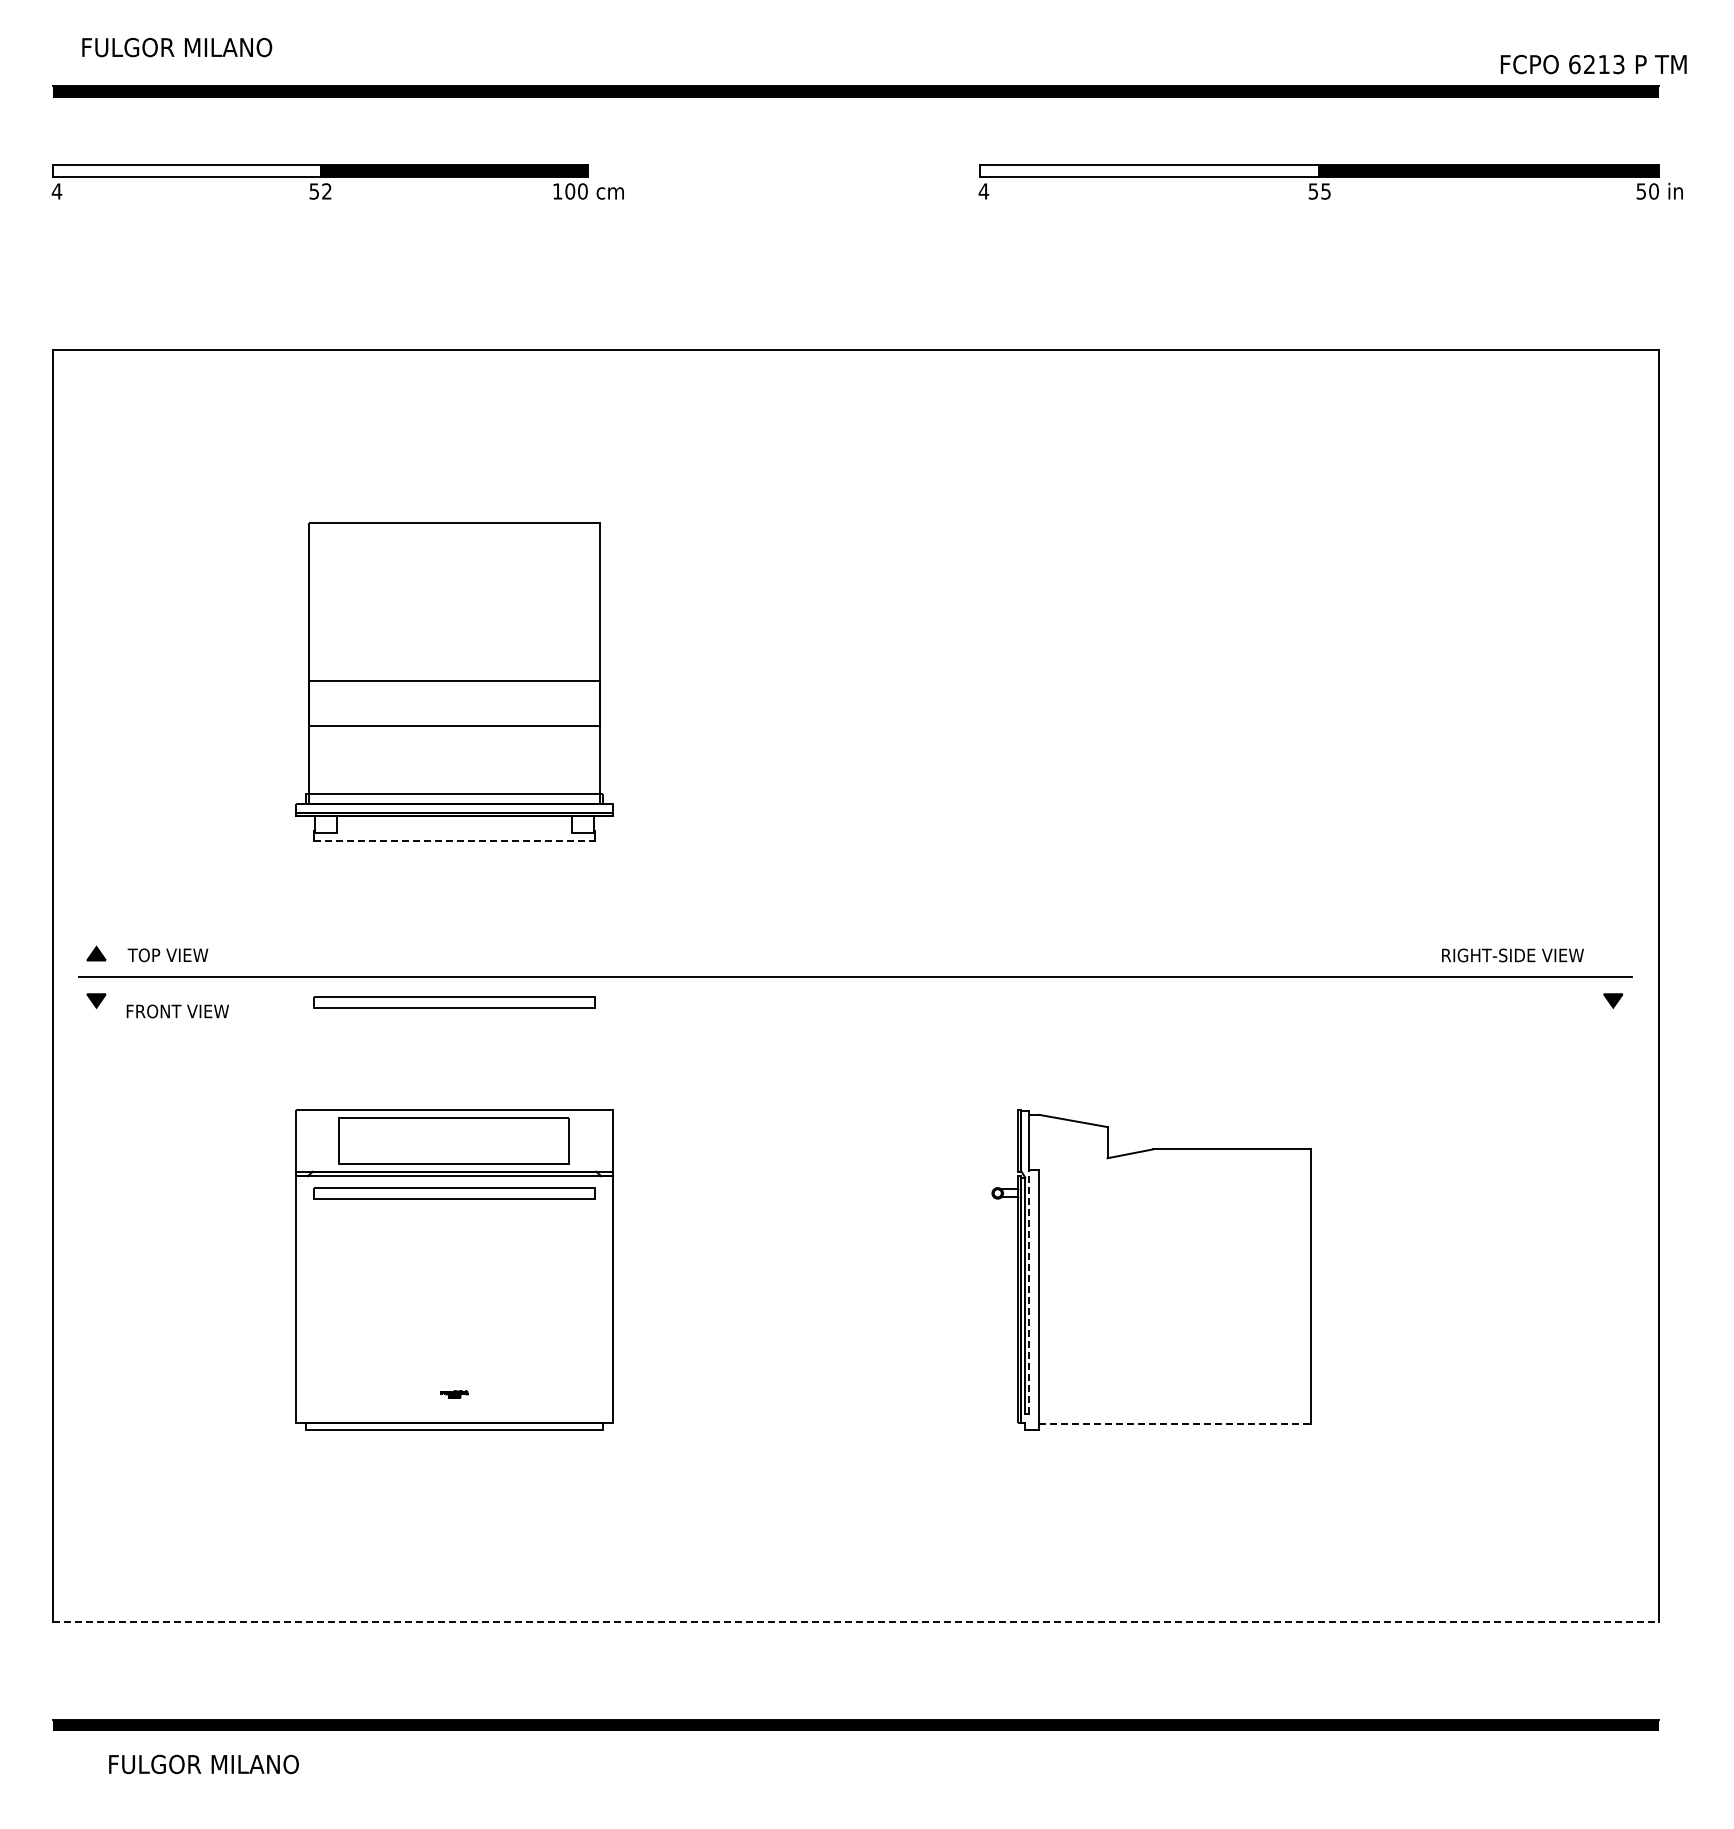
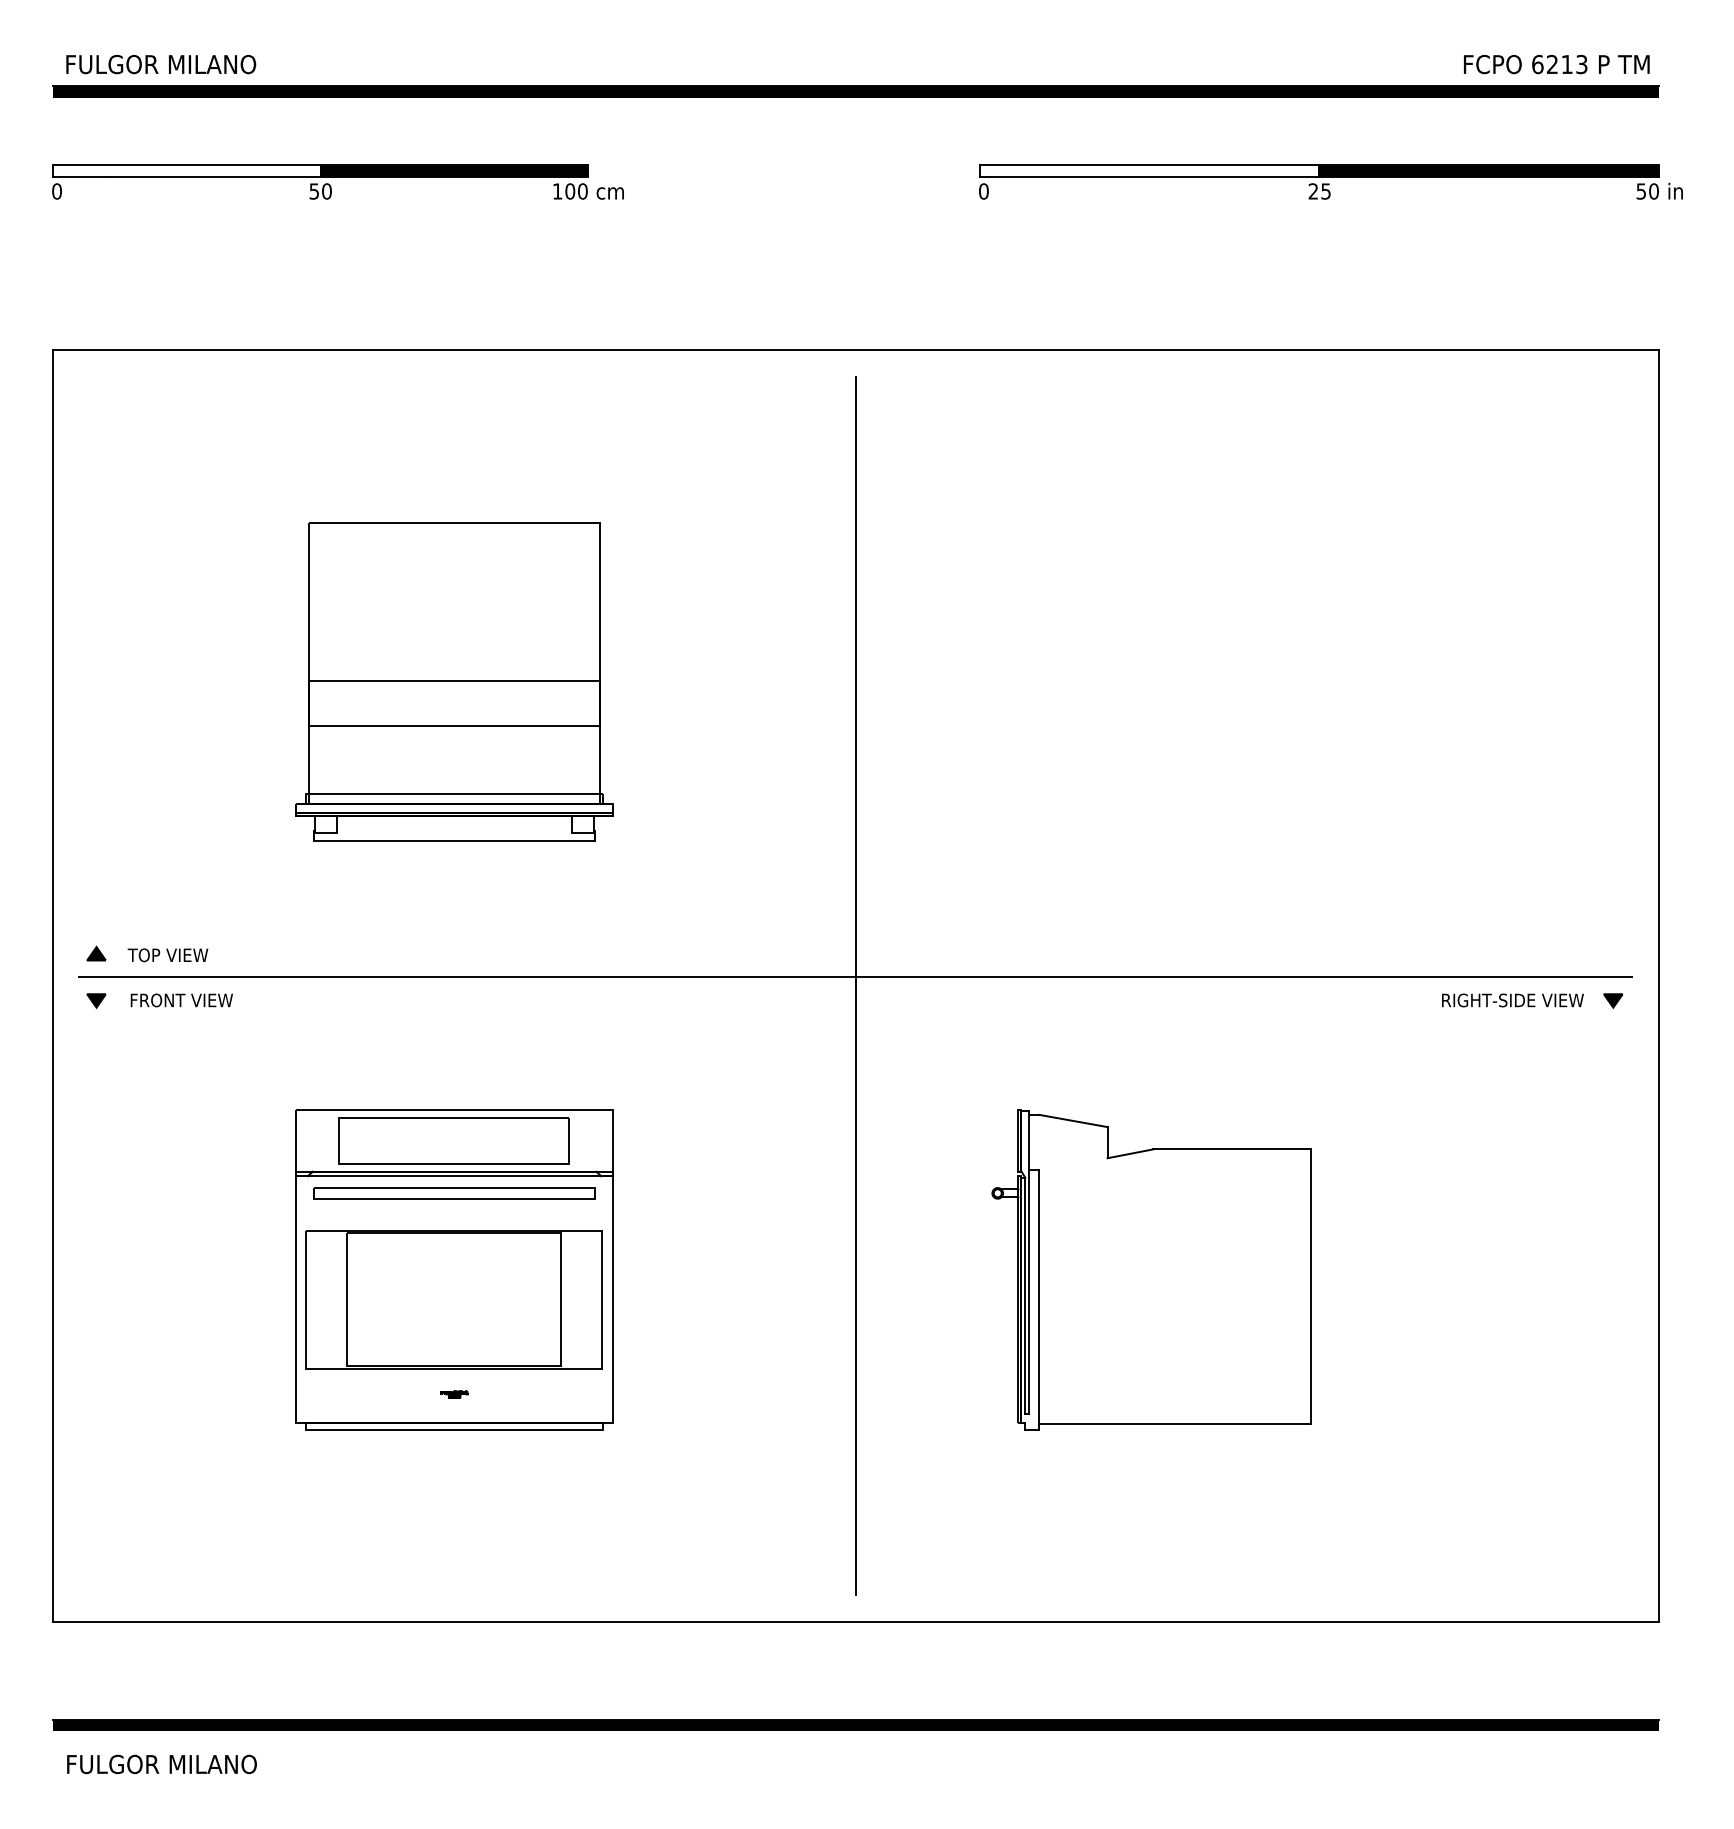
text at (177, 47) position: (177, 47) -> (161, 64)
text at (1593, 64) position: (1593, 64) -> (1556, 64)
text at (56, 191): 4 -> 0
text at (326, 191): 52 -> 50
text at (983, 191): 4 -> 0
text at (1312, 191): 55 -> 25
line at (455, 841): dashed -> solid
text at (1512, 955) position: (1512, 955) -> (1512, 1000)
line at (856, 985): none -> present
part at (454, 1002): present -> none
text at (177, 1011) position: (177, 1011) -> (181, 1000)
line at (1029, 1292): dashed -> solid
part at (453, 1299): none -> present
line at (1175, 1423): dashed -> solid
line at (856, 1621): dashed -> solid
text at (203, 1764) position: (203, 1764) -> (161, 1764)
